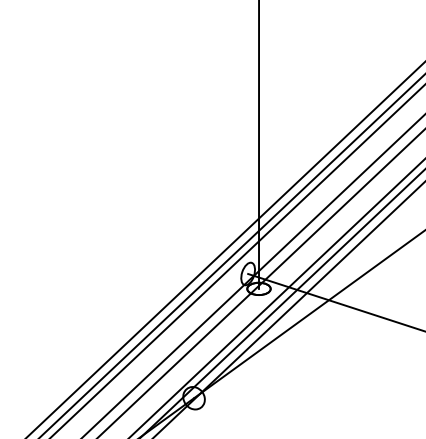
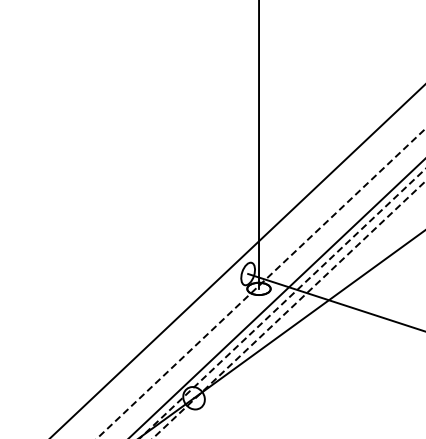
line at (225, 249): present -> none
line at (231, 255): present -> none
line at (253, 275): present -> none
line at (261, 283): solid -> dashed
line at (282, 303): solid -> dashed
line at (289, 309): solid -> dashed
